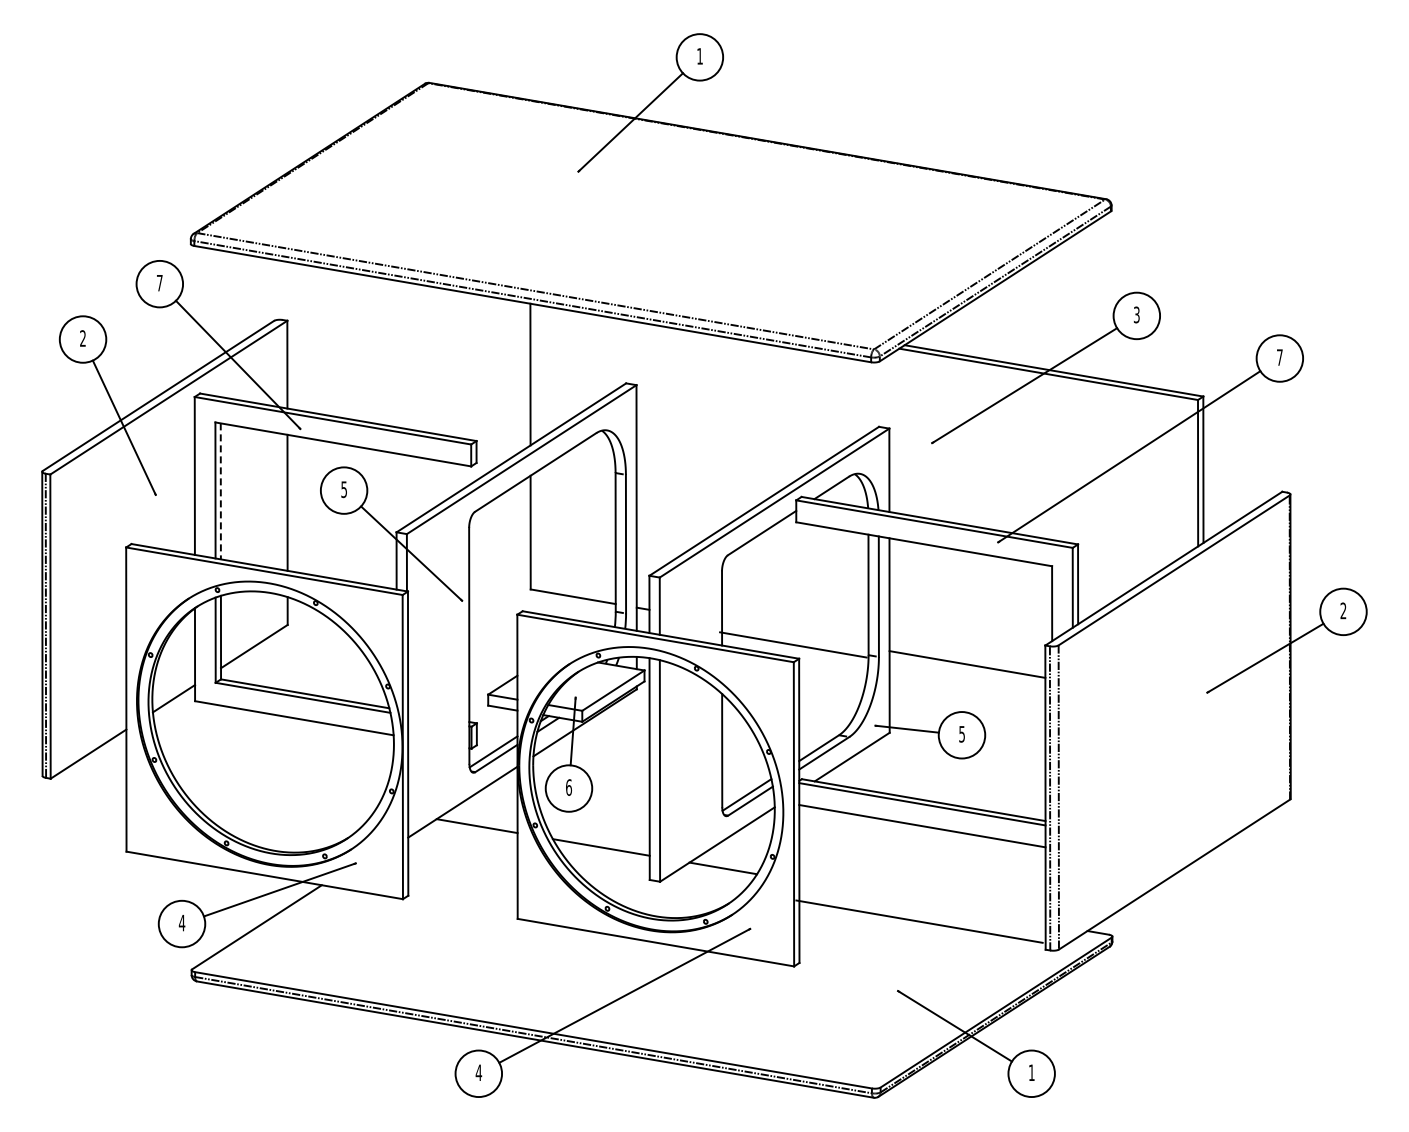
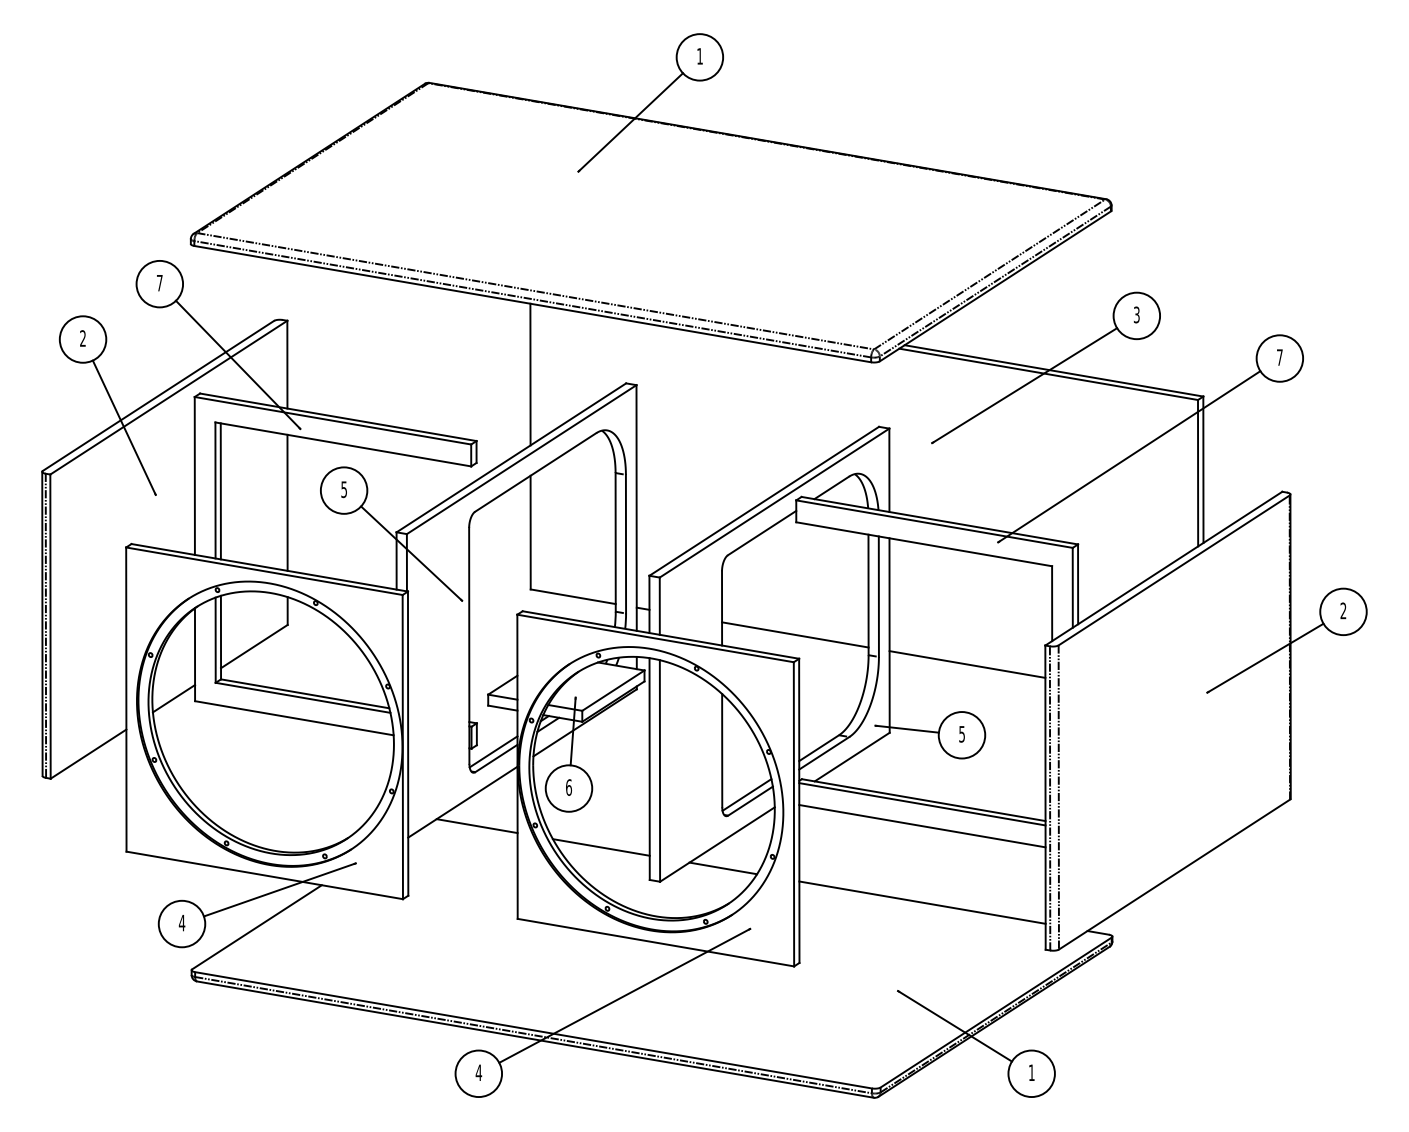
line at (220, 491): dashed -> solid
line at (793, 644) position: (793, 644) -> (795, 634)
line at (919, 921) position: (919, 921) -> (922, 902)
